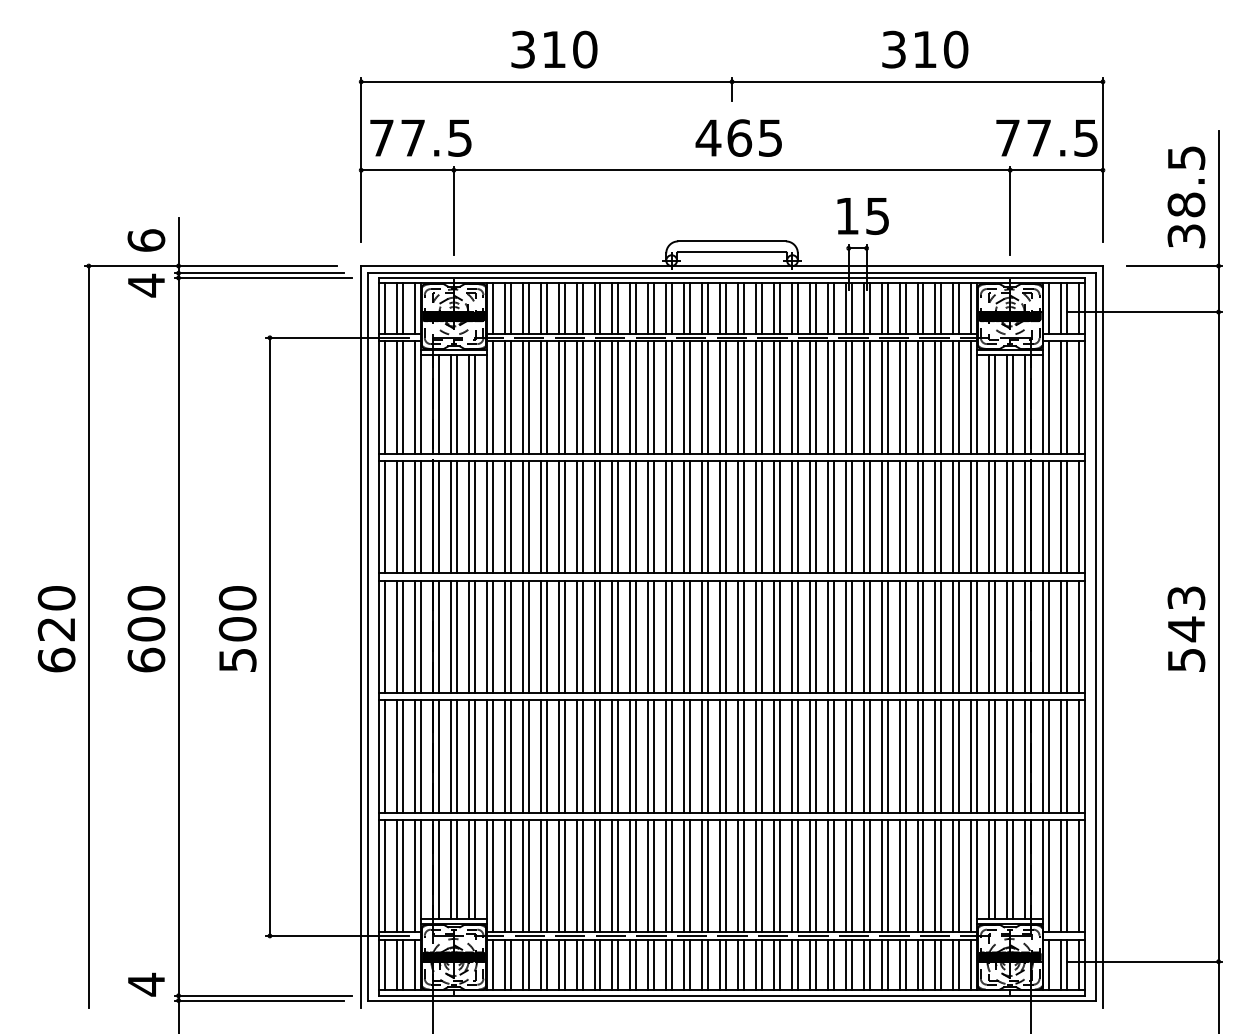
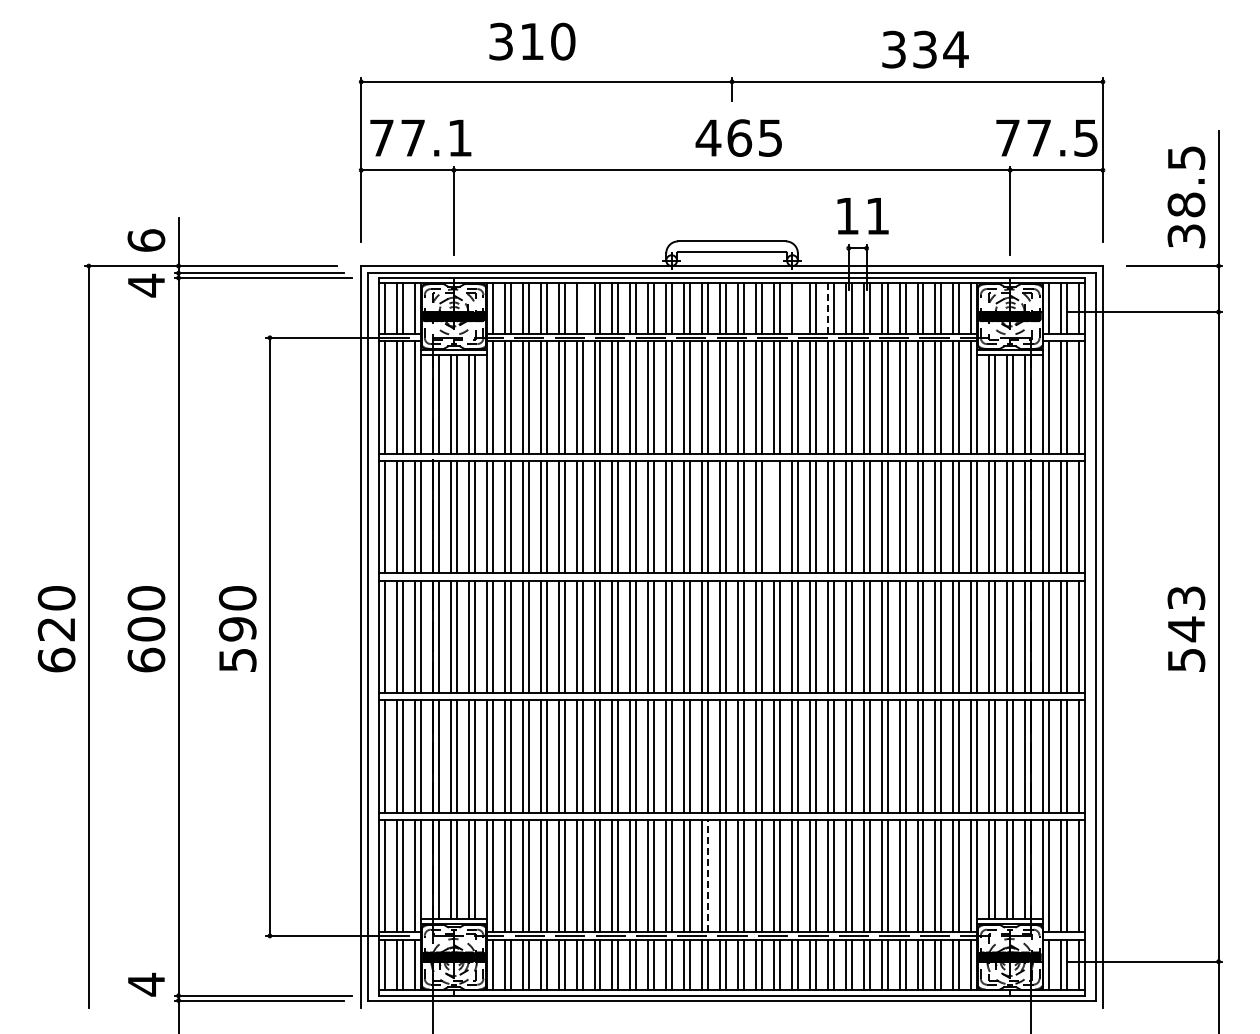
text at (554, 49) position: (554, 49) -> (532, 41)
text at (940, 49): 310 -> 334
text at (459, 137): 77.5 -> 77.1
text at (877, 216): 15 -> 11
line at (582, 308): present -> none
line at (797, 308): present -> none
line at (827, 308): solid -> dashed
line at (773, 517): present -> none
text at (237, 629): 500 -> 590
line at (708, 875): solid -> dashed
